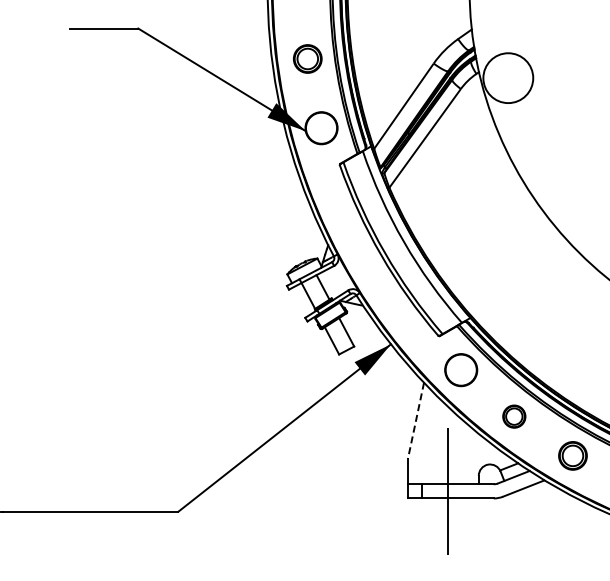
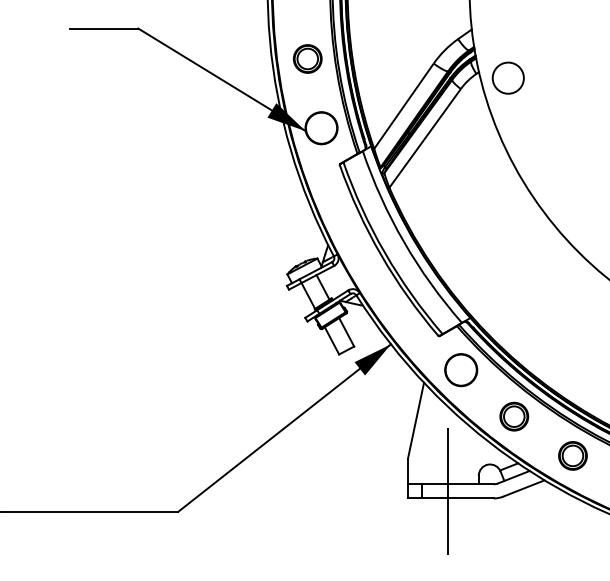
circle at (508, 78) diameter: 50 px -> 31 px
part at (514, 416) size: 25x25 px -> 31x31 px
line at (416, 420): dashed -> solid
